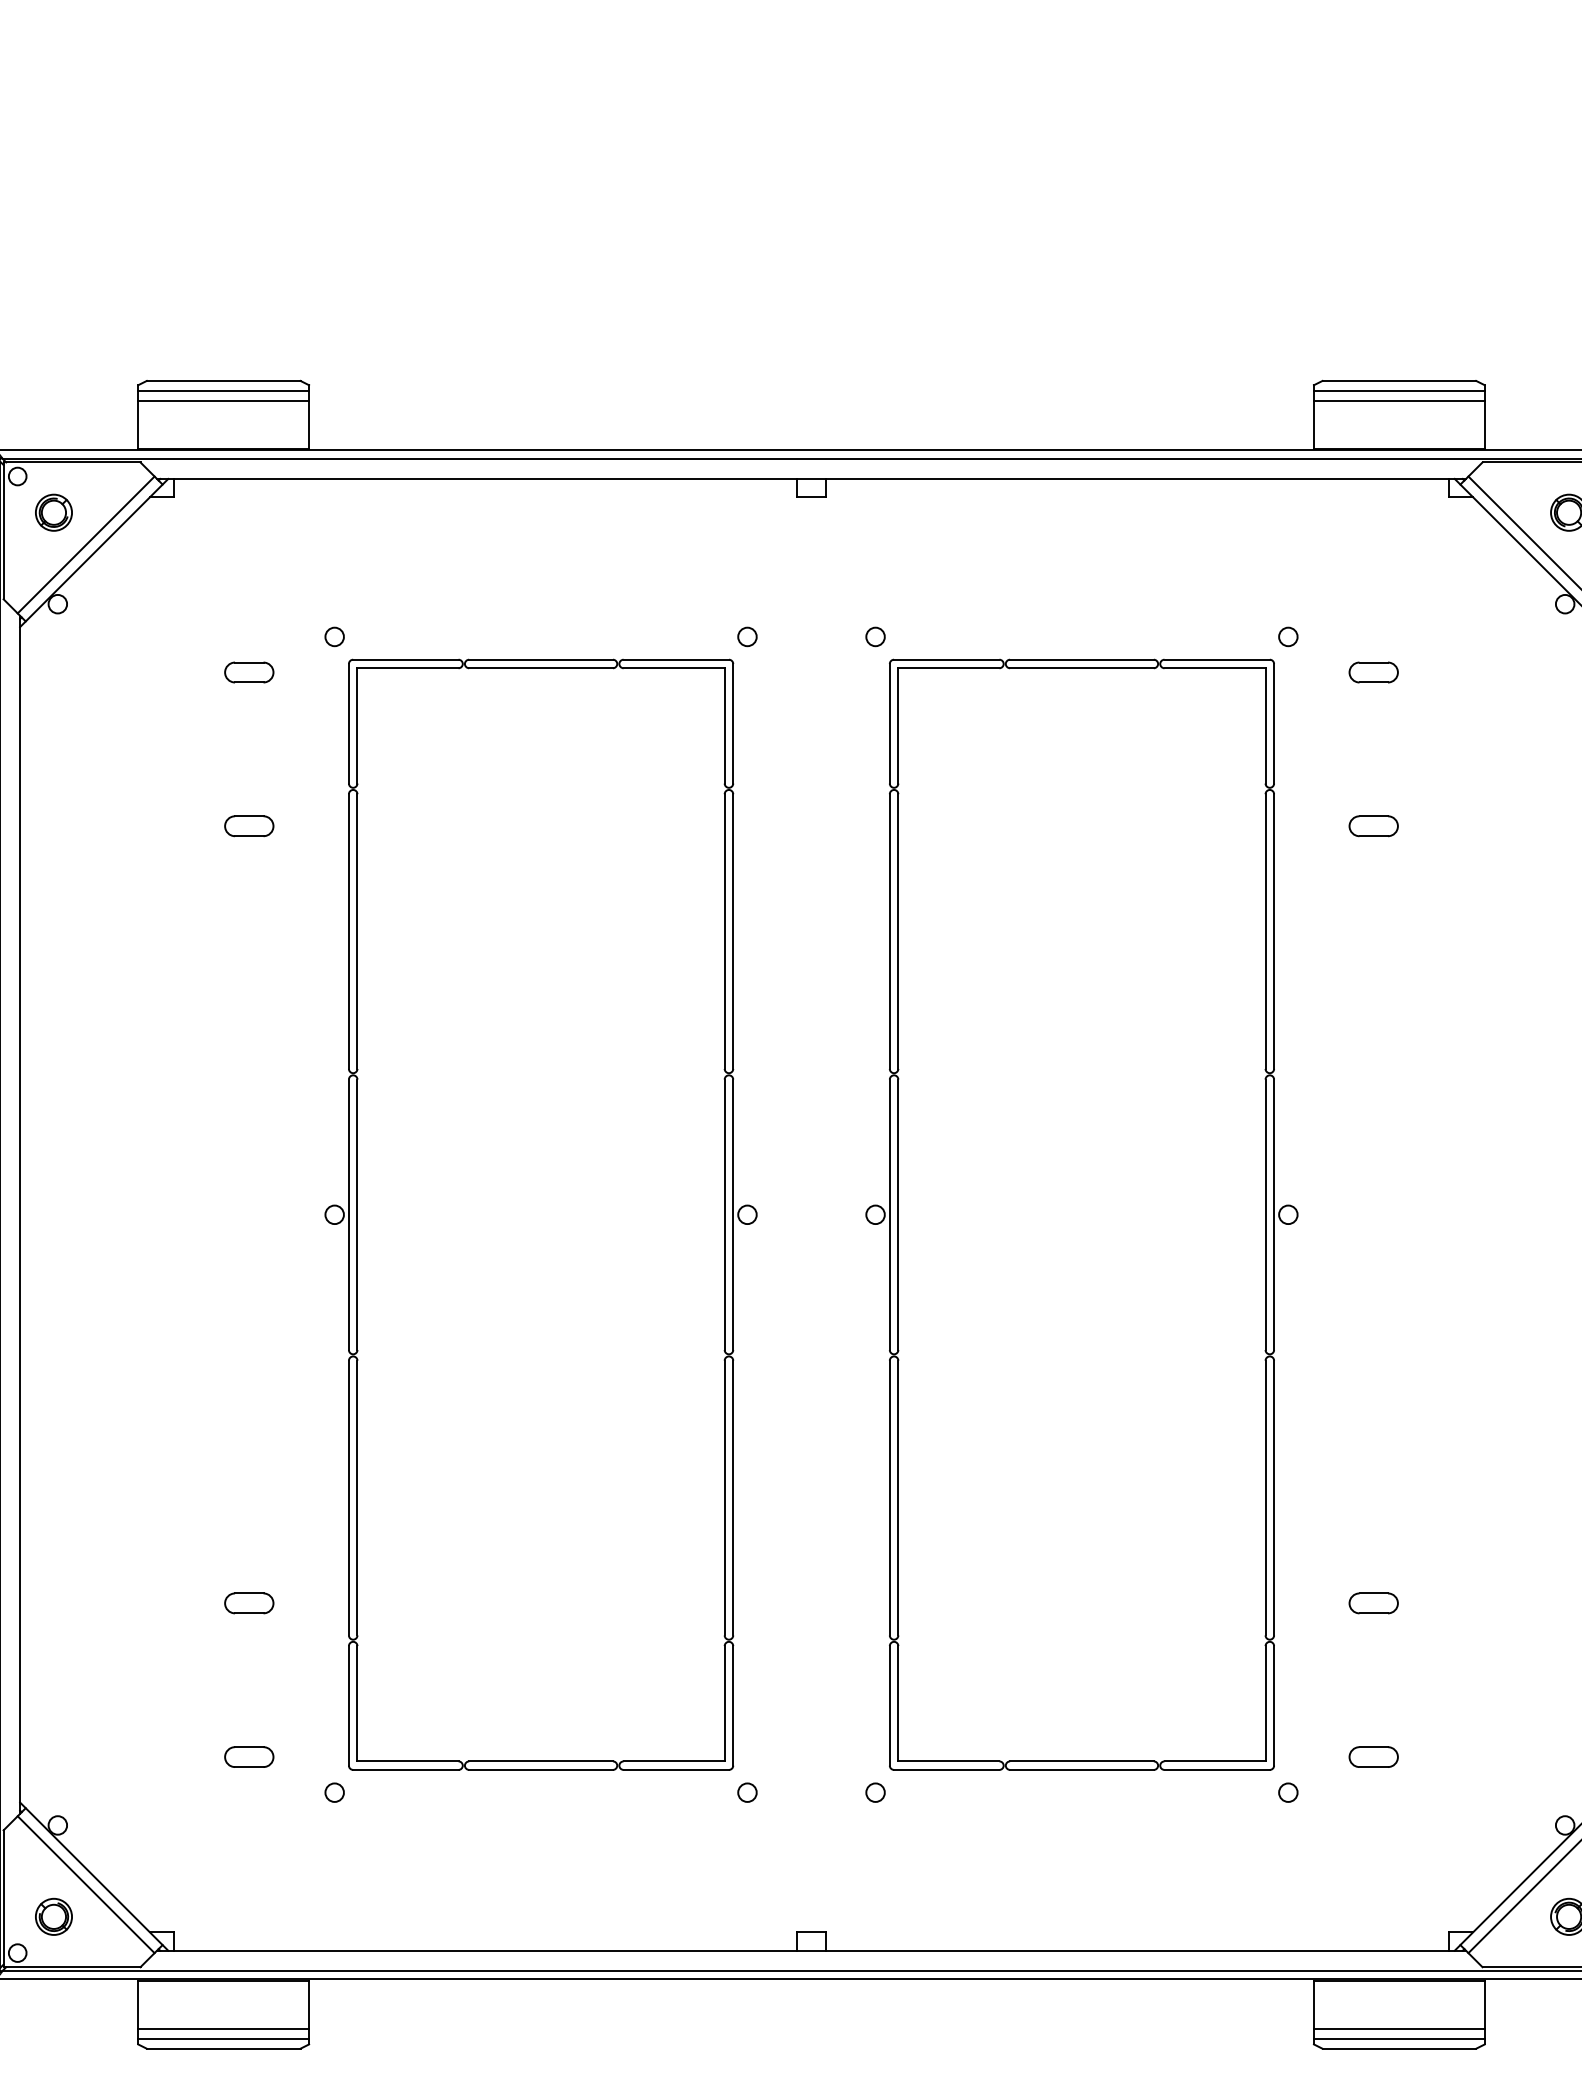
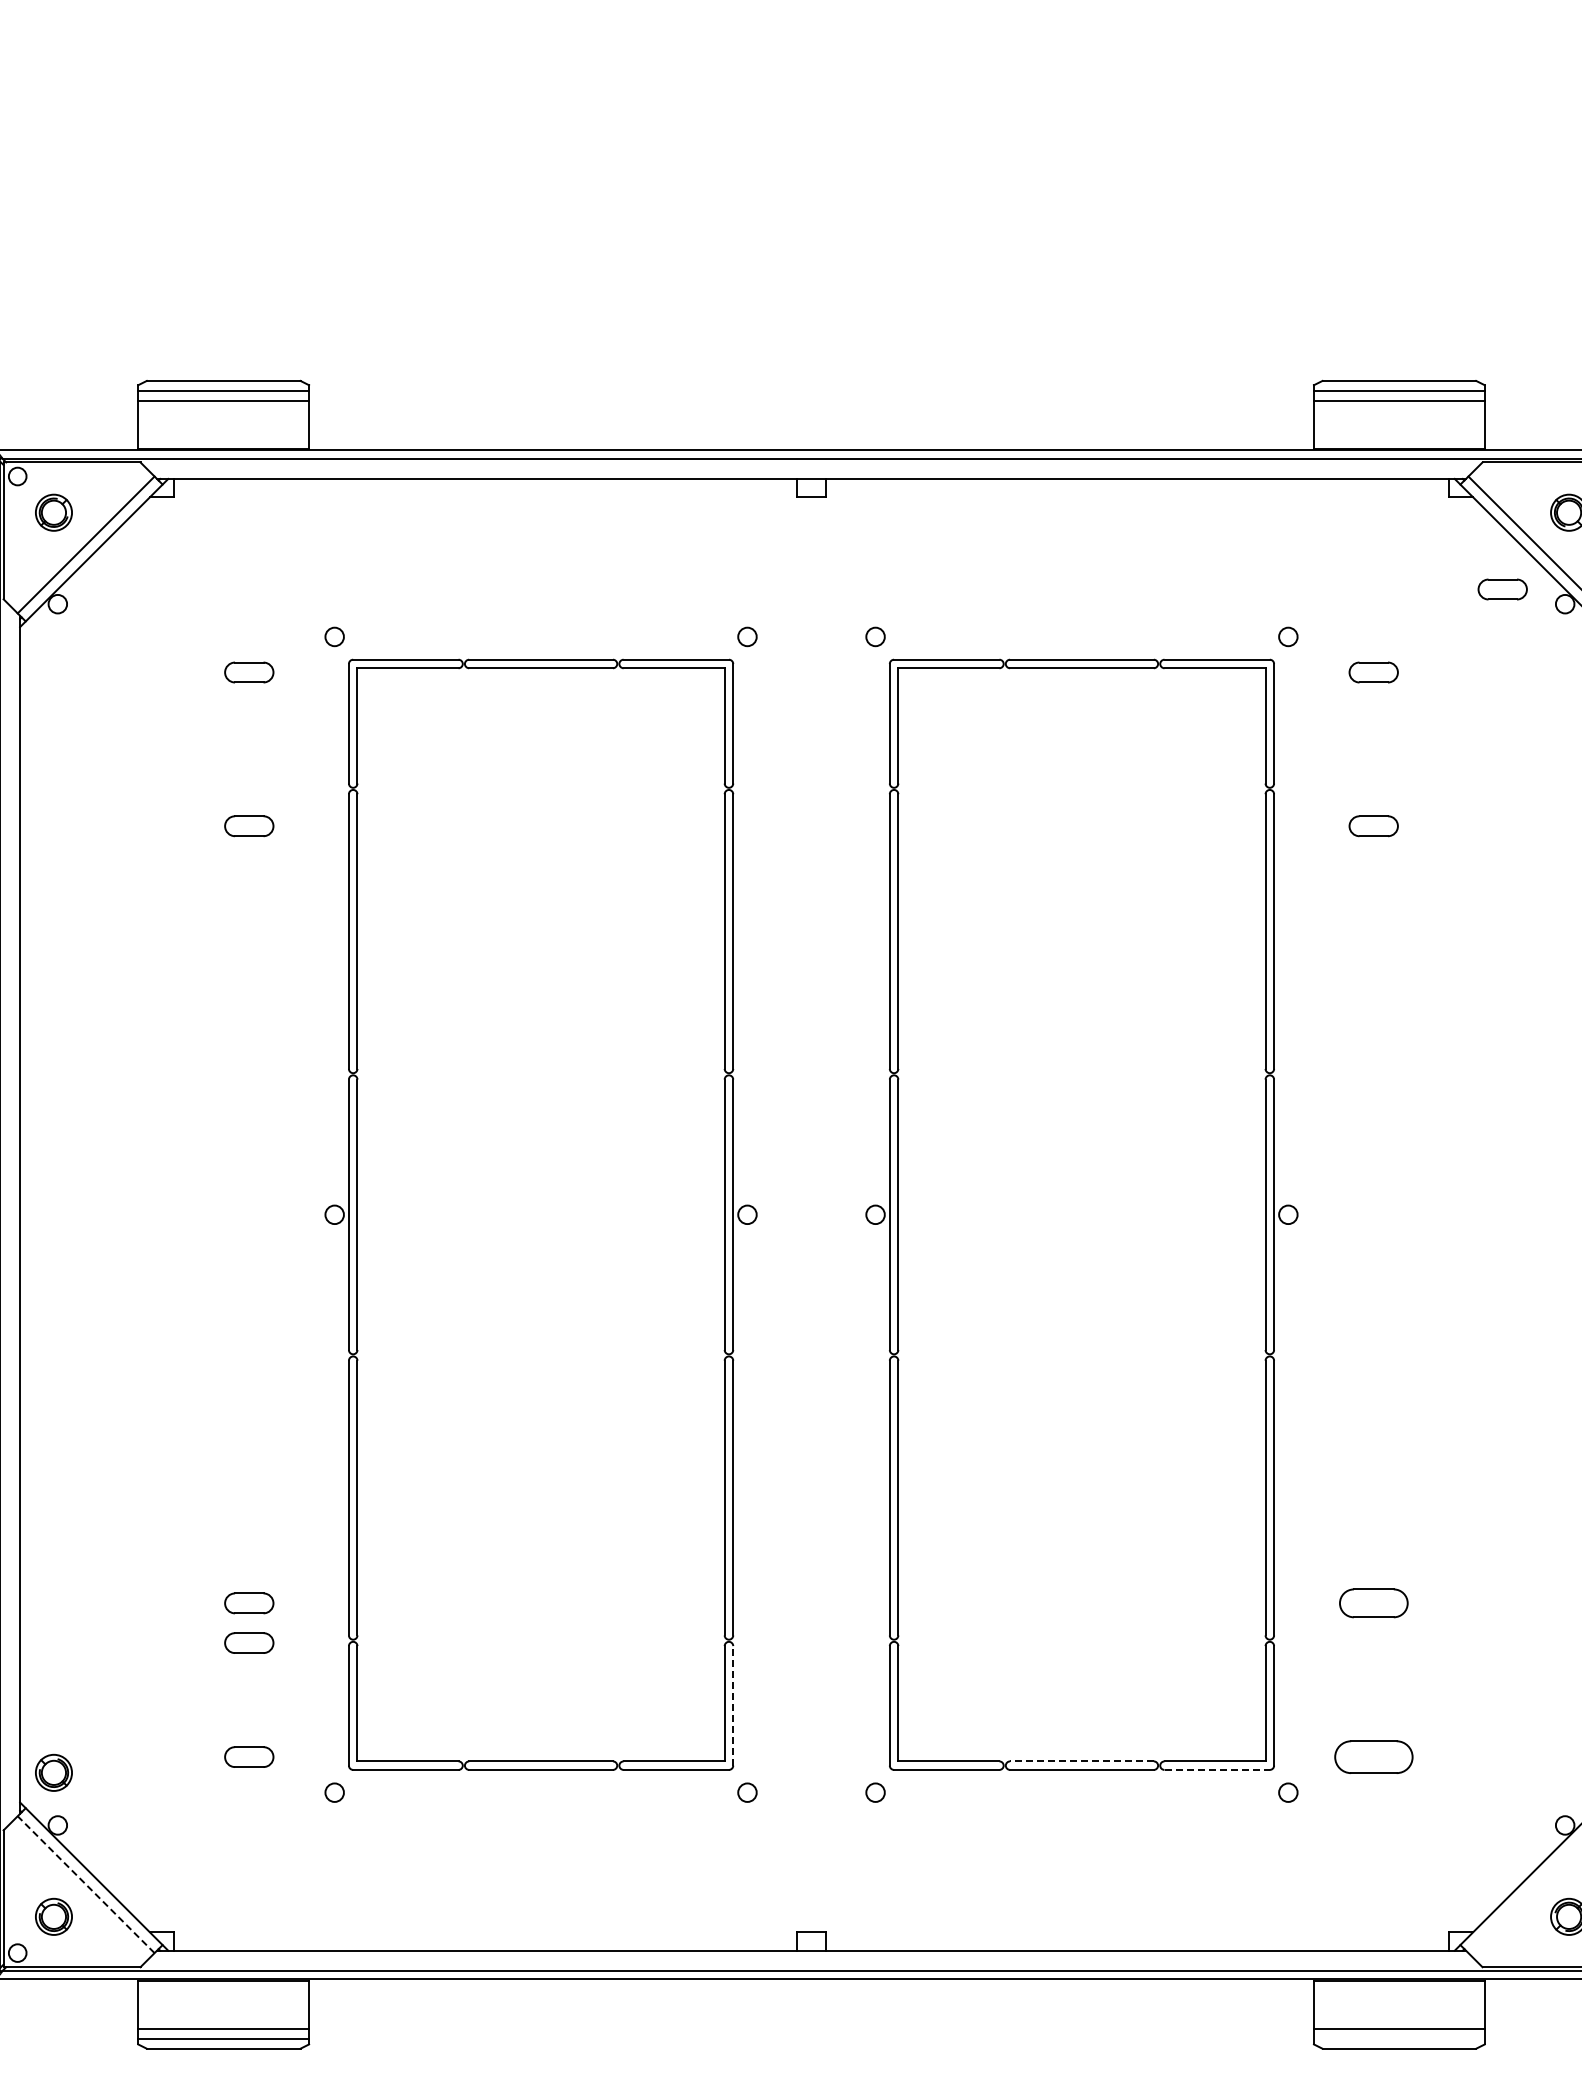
part at (1502, 589): none -> present
part at (1373, 1603) size: 51x23 px -> 70x31 px
part at (249, 1642): none -> present
line at (733, 1705): solid -> dashed
part at (1373, 1756) size: 51x22 px -> 80x34 px
line at (1081, 1761): solid -> dashed
line at (1217, 1769): solid -> dashed
part at (53, 1772): none -> present
line at (86, 1884): solid -> dashed
line at (1523, 1898): present -> none
line at (1398, 2038): present -> none
